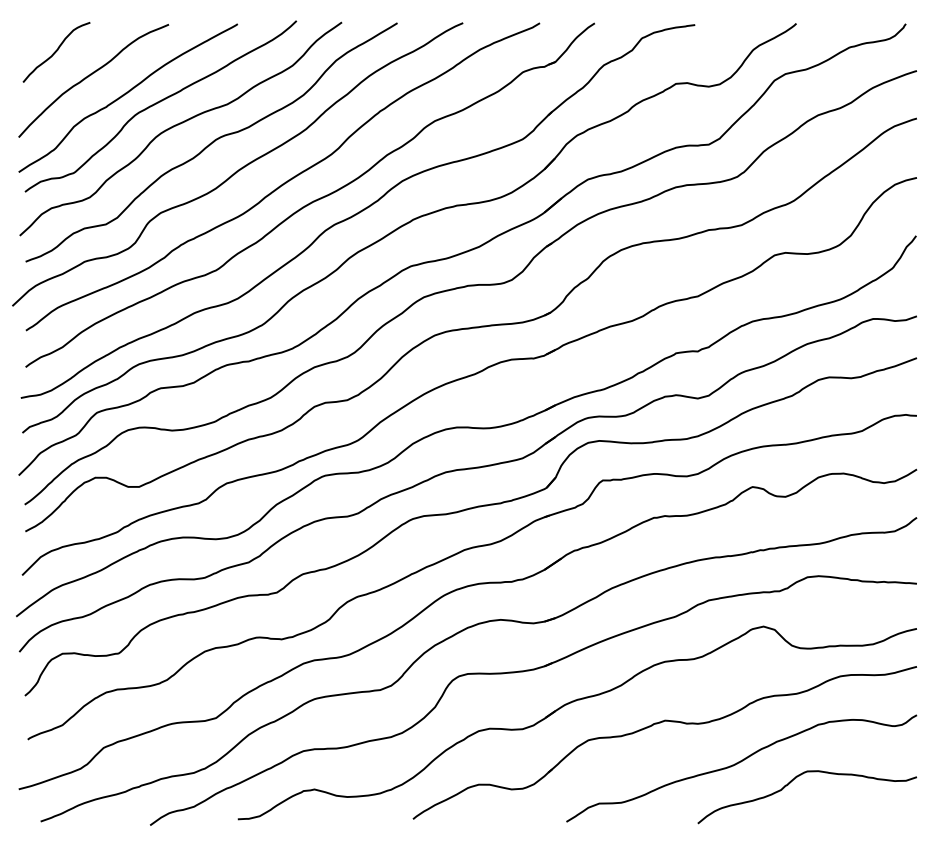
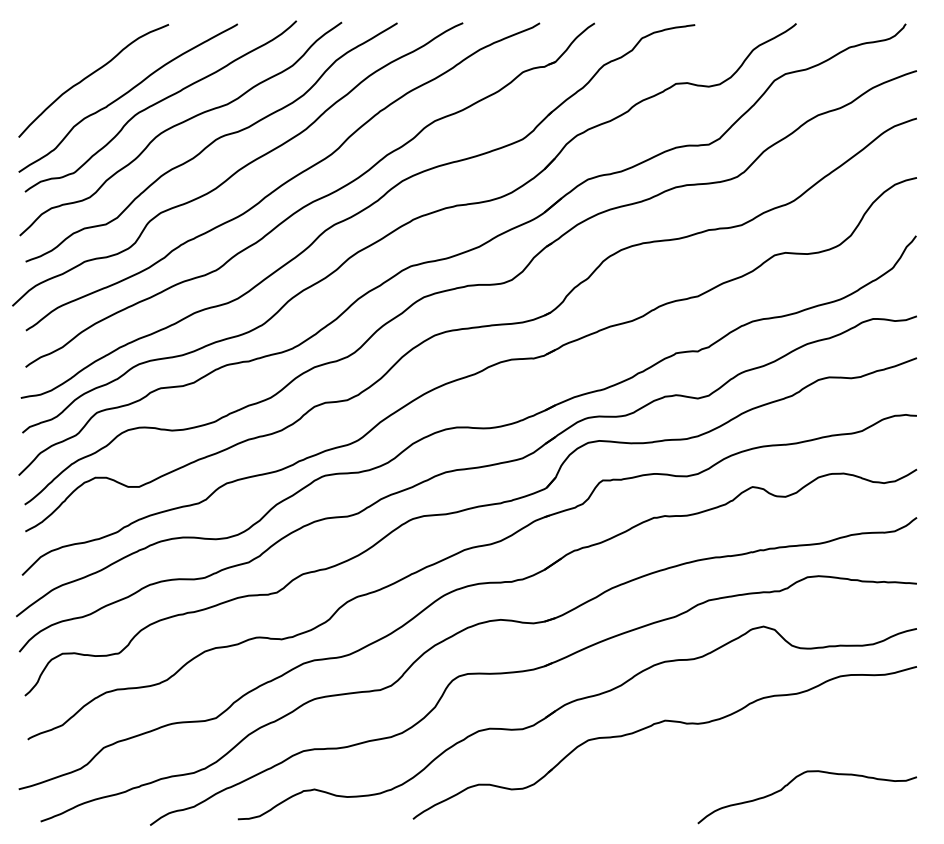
curve at (56, 52): present -> none
curve at (739, 763): present -> none
